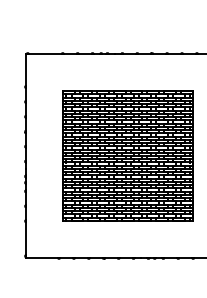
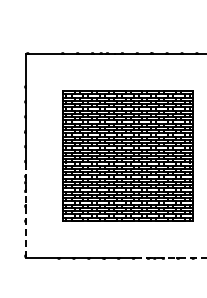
line at (25, 213): solid -> dashed
line at (173, 258): solid -> dashed
